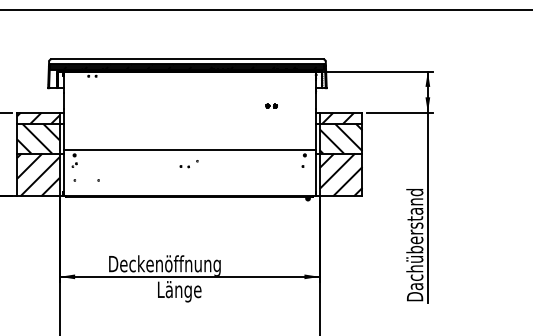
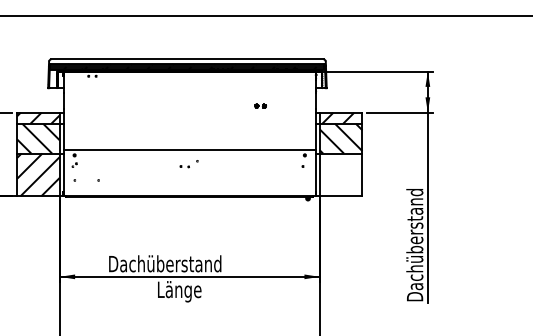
line at (265, 10) position: (265, 10) -> (265, 16)
part at (271, 105) position: (271, 105) -> (260, 105)
hatch at (340, 174): present -> none
text at (170, 265): Deckenöffnung -> Dachüberstand
